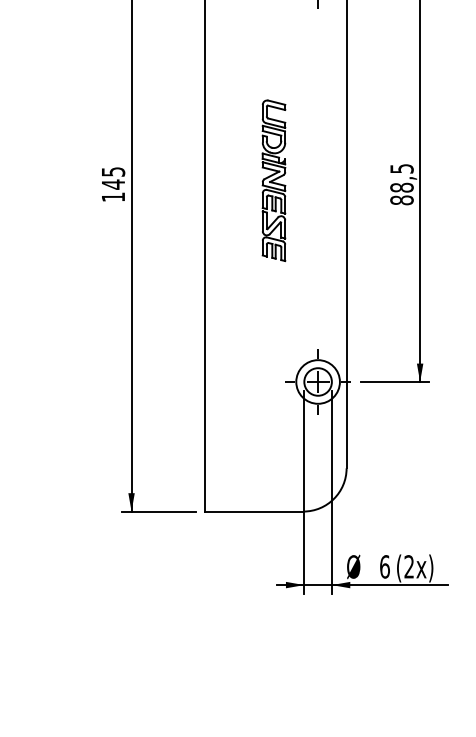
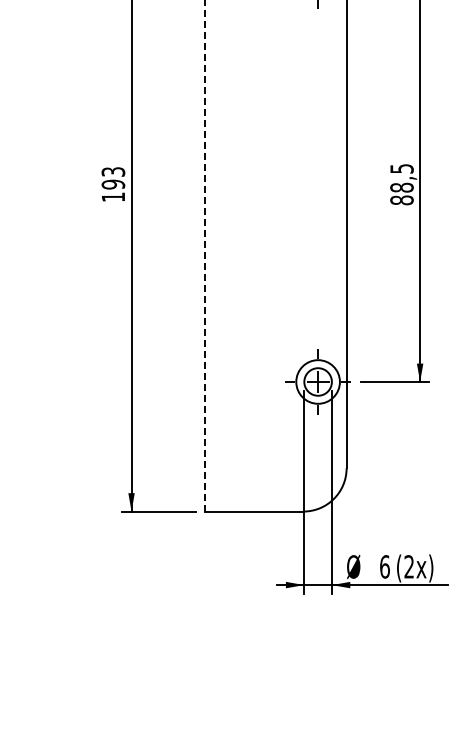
text at (113, 178): 145 -> 193
part at (273, 180): present -> none
line at (205, 255): solid -> dashed
